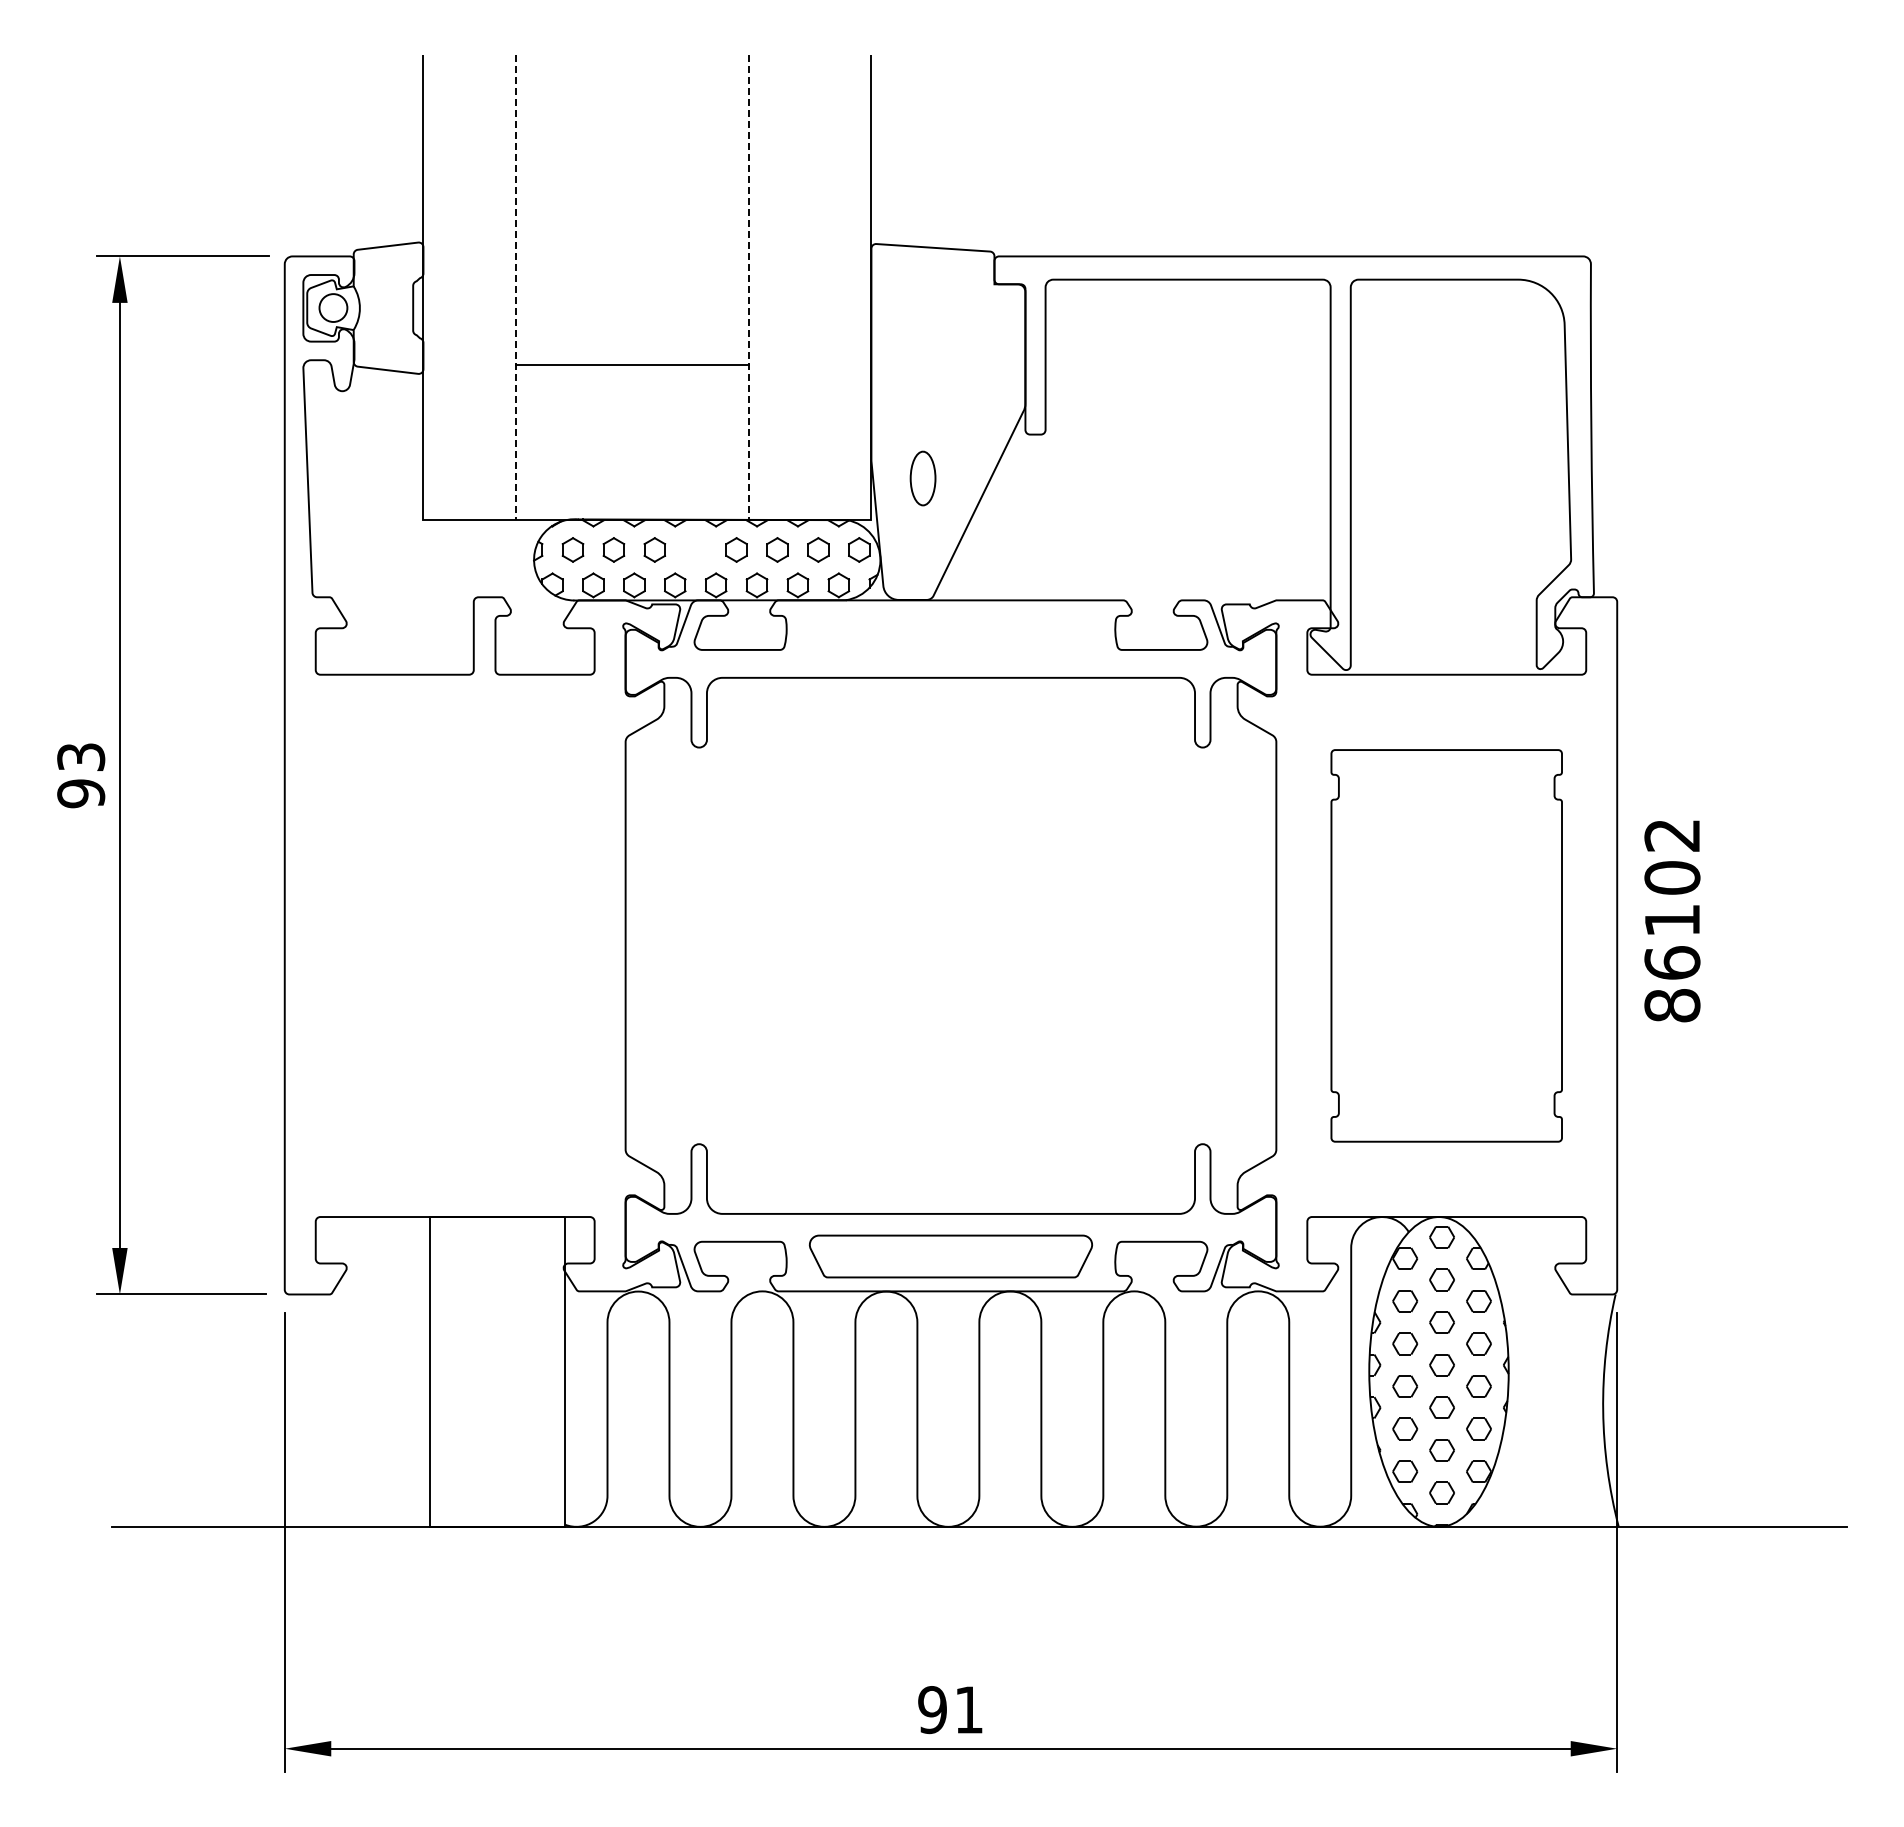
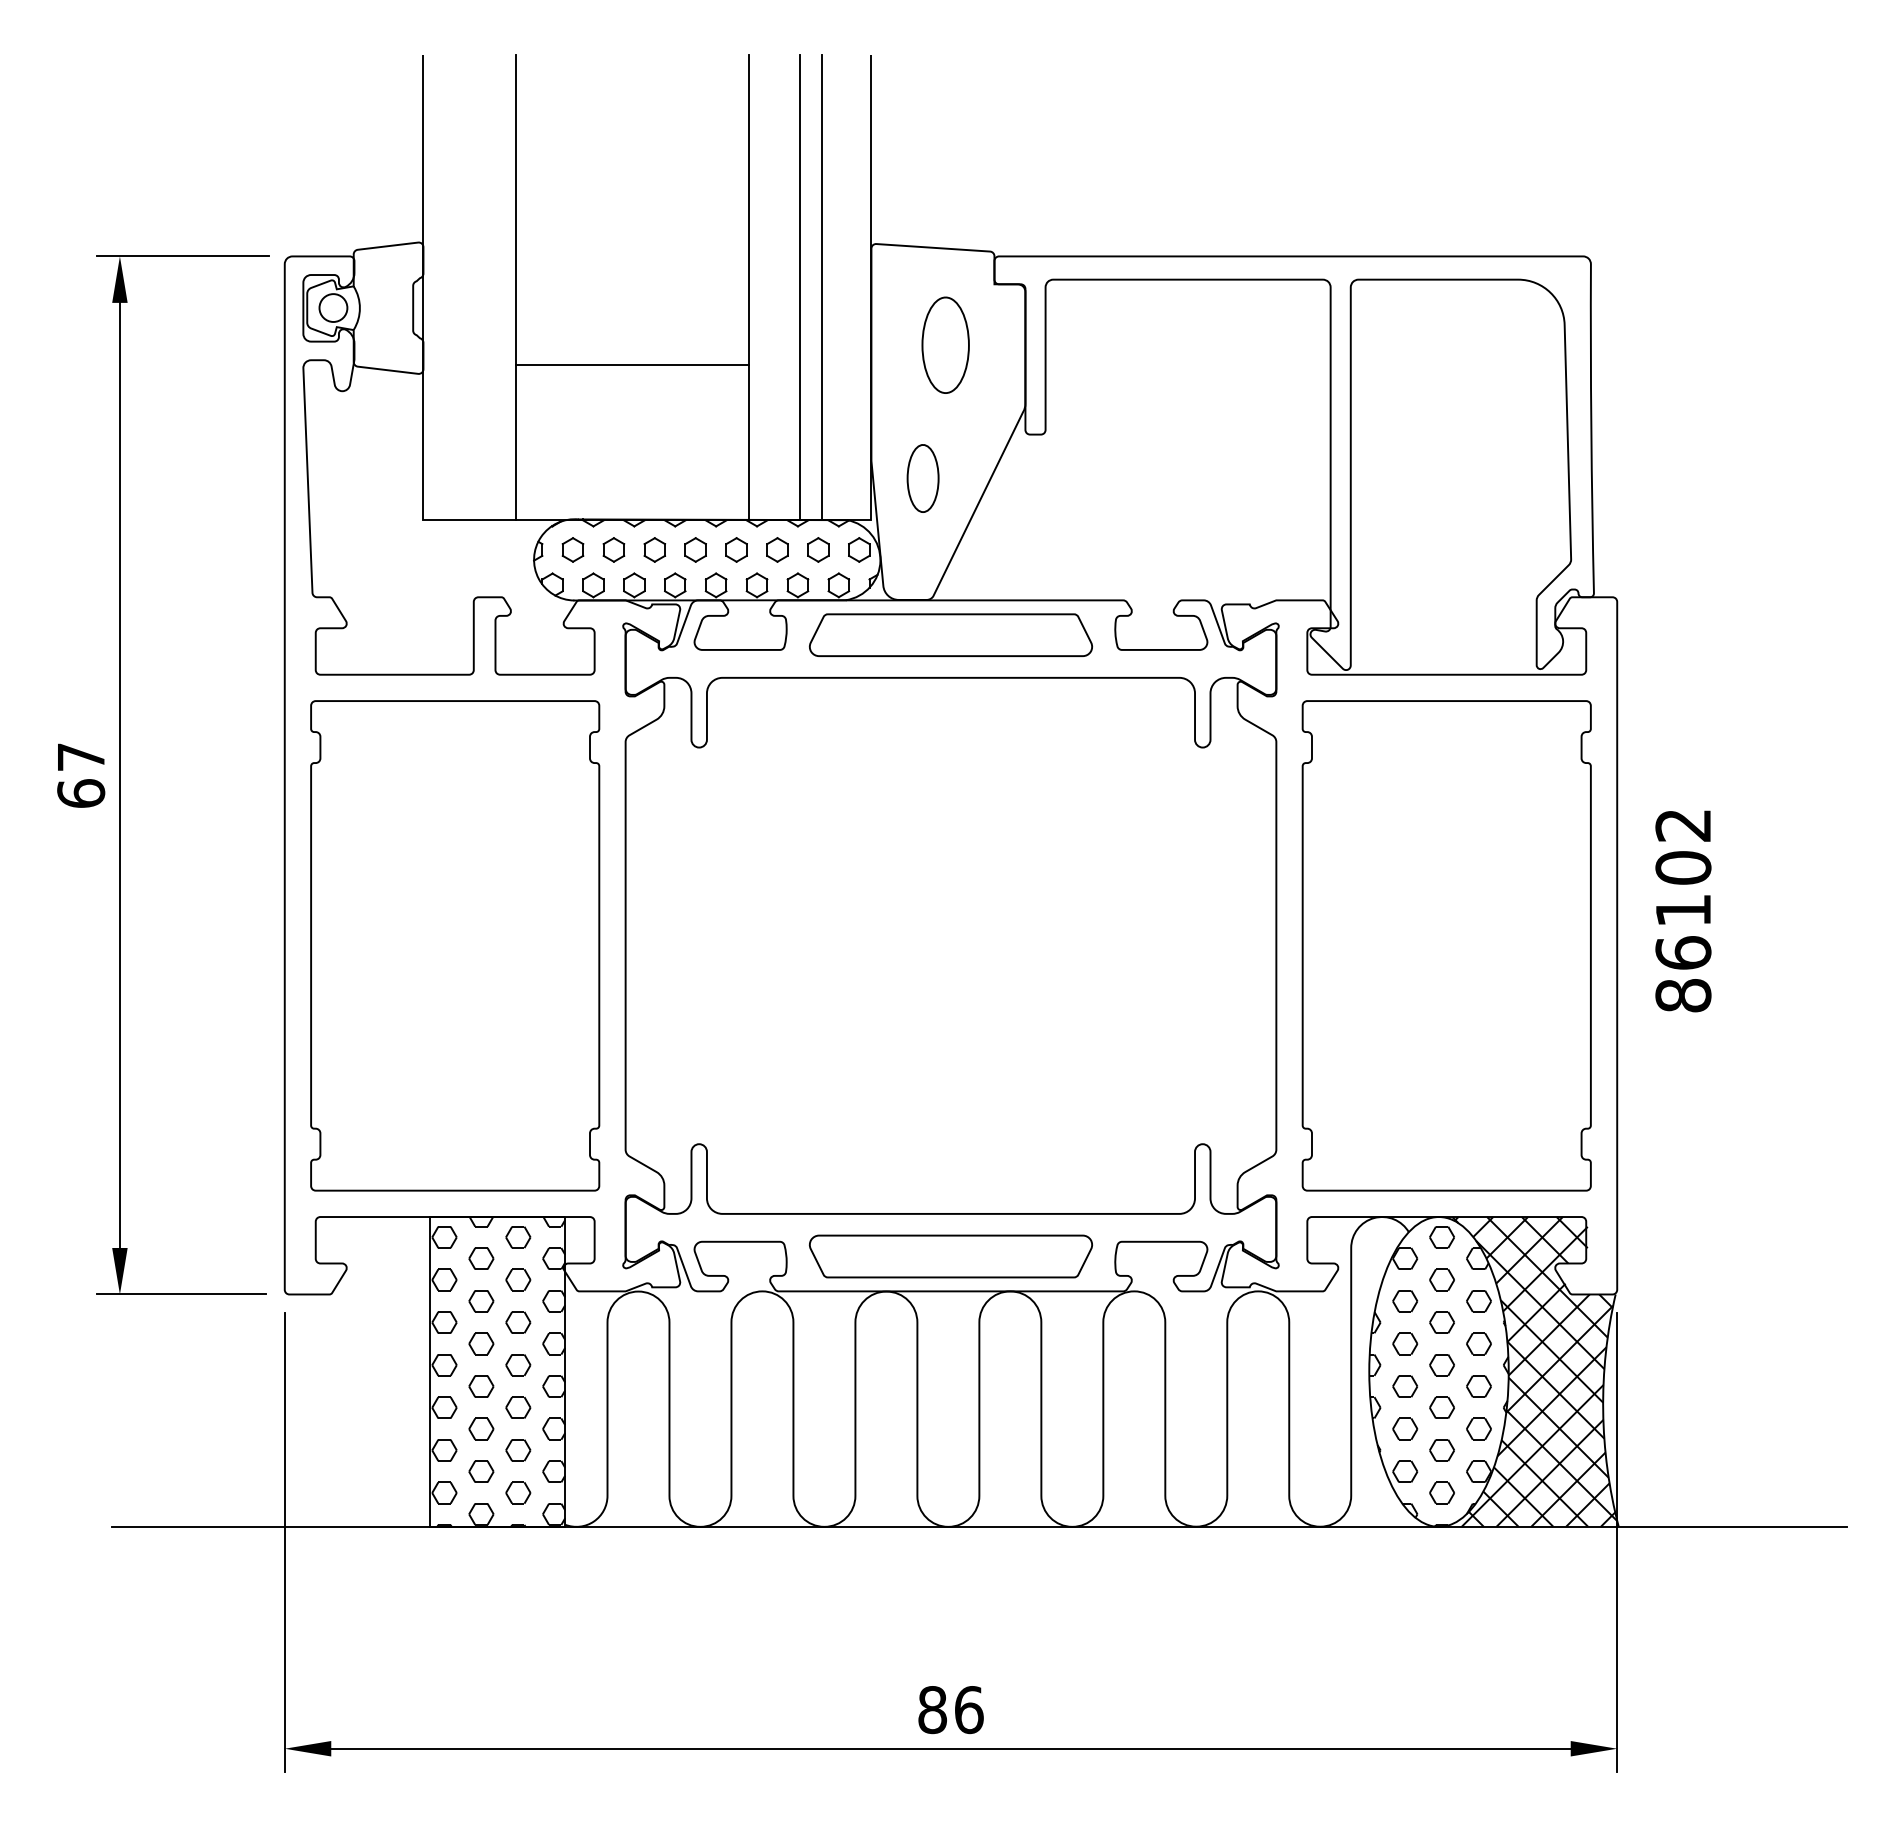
line at (516, 287): dashed -> solid
line at (748, 287): dashed -> solid
line at (799, 287): none -> present
line at (821, 287): none -> present
part at (945, 344): none -> present
part at (922, 478) size: 28x57 px -> 34x69 px
part at (695, 549): none -> present
curve at (950, 615): none -> present
text at (81, 775): 93 -> 67
text at (1672, 921) position: (1672, 921) -> (1683, 911)
part at (455, 945): none -> present
part at (1446, 945) size: 233x394 px -> 291x492 px
hatch at (498, 1371): none -> present
hatch at (1532, 1371): none -> present
text at (950, 1710): 91 -> 86
